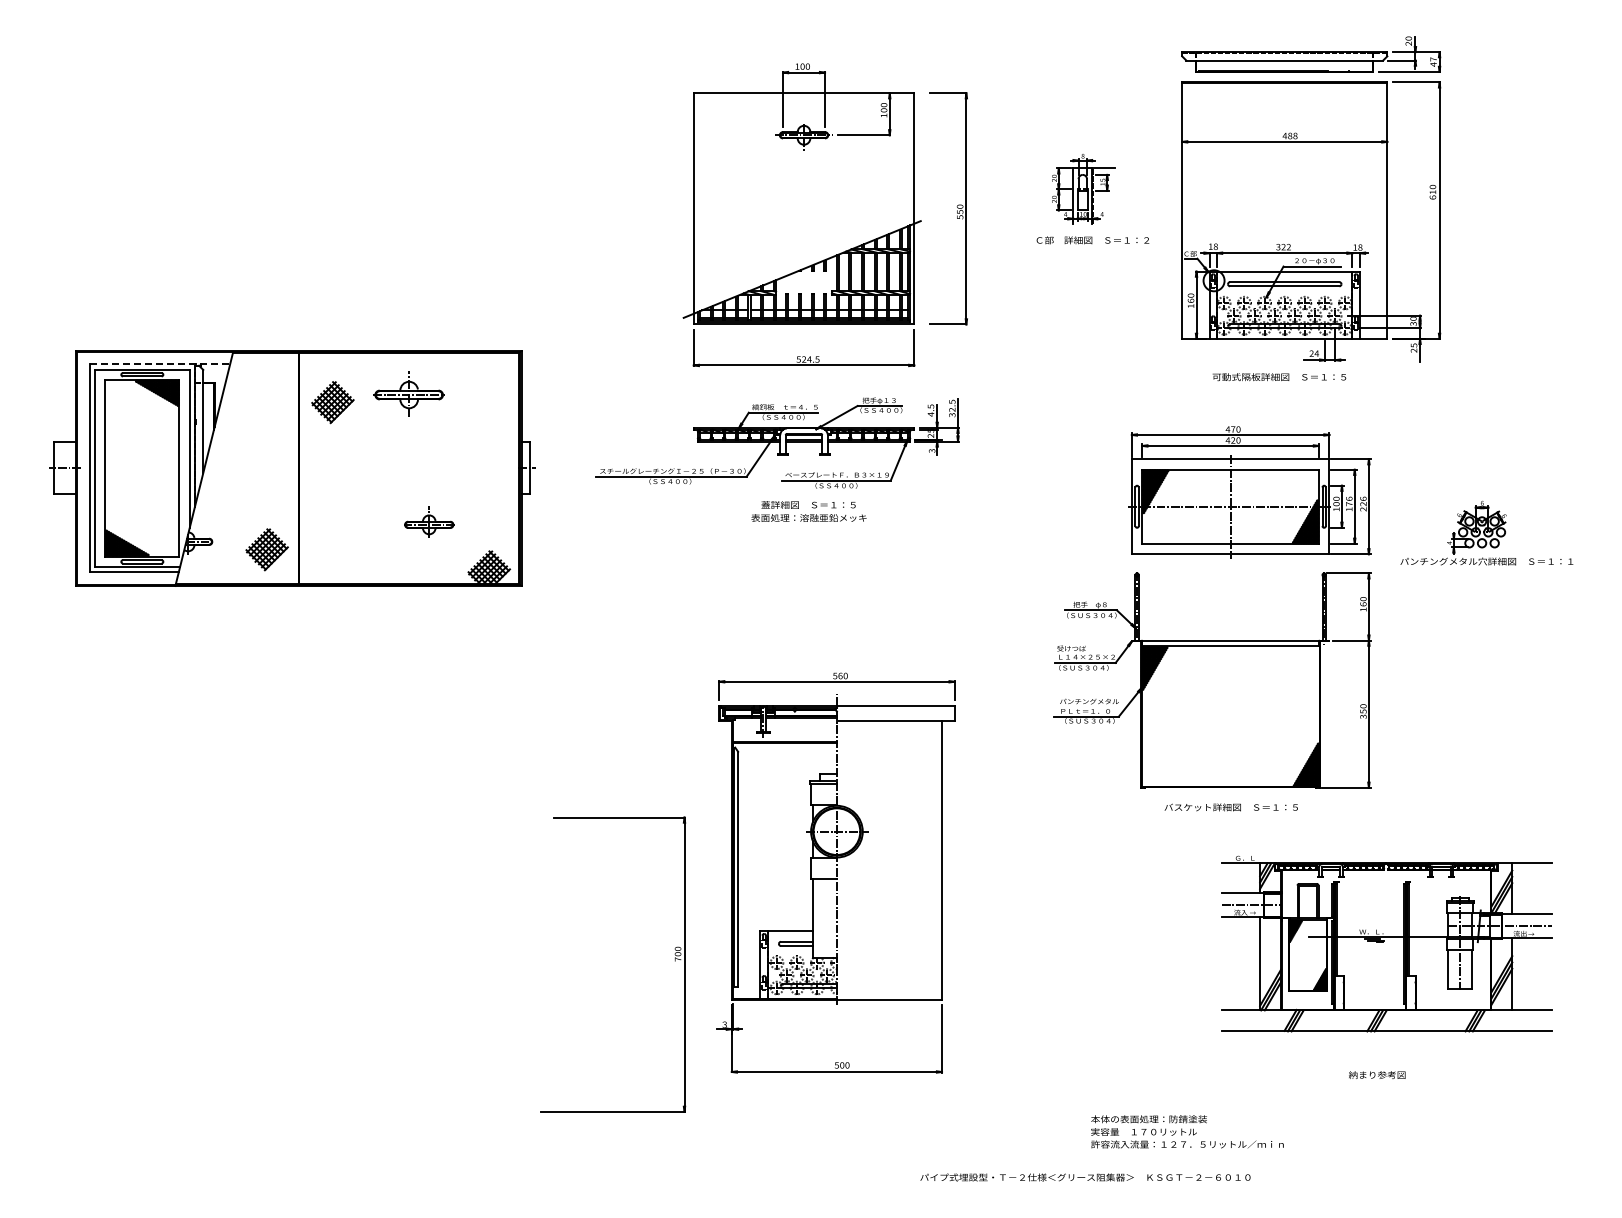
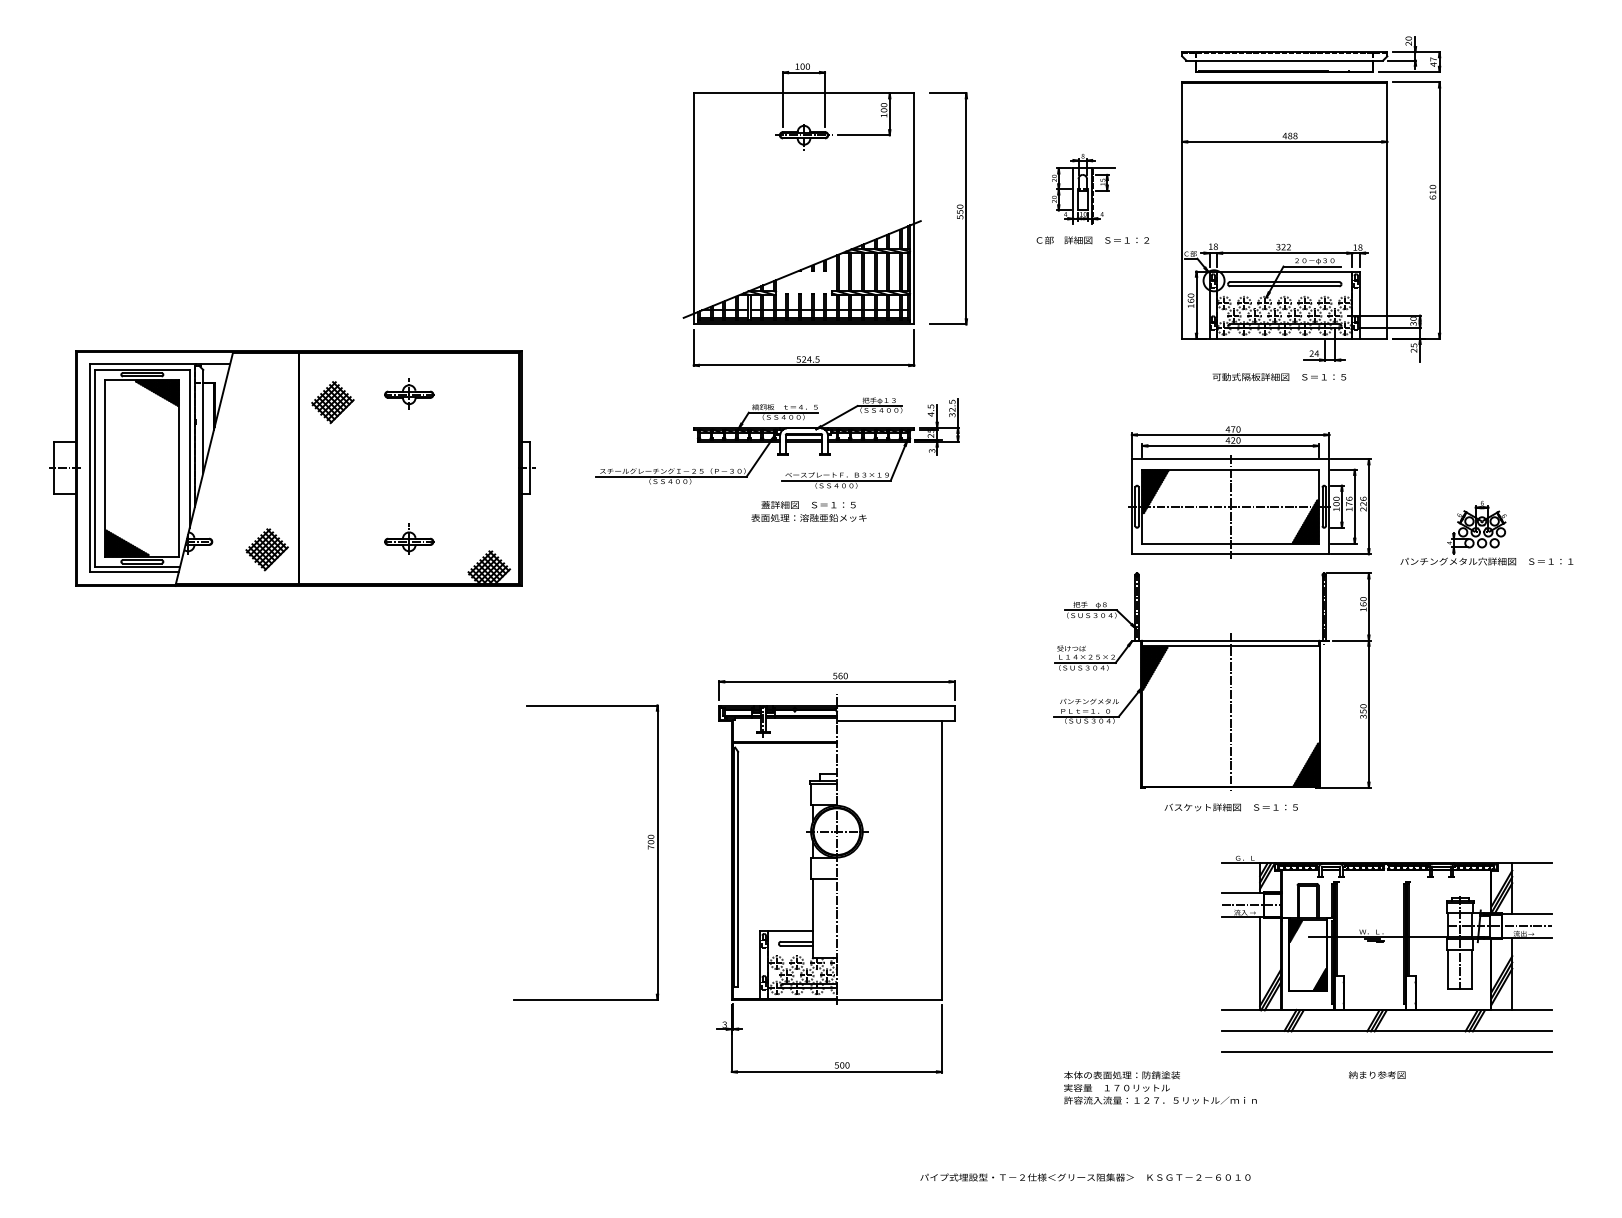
line at (160, 364): dashed -> solid
part at (408, 393) size: 72x46 px -> 51x32 px
part at (429, 521) position: (429, 521) -> (409, 538)
line at (1230, 712): none -> present
part at (674, 960) position: (674, 960) -> (647, 848)
line at (1386, 1052): none -> present
text at (1187, 1131) position: (1187, 1131) -> (1160, 1087)
